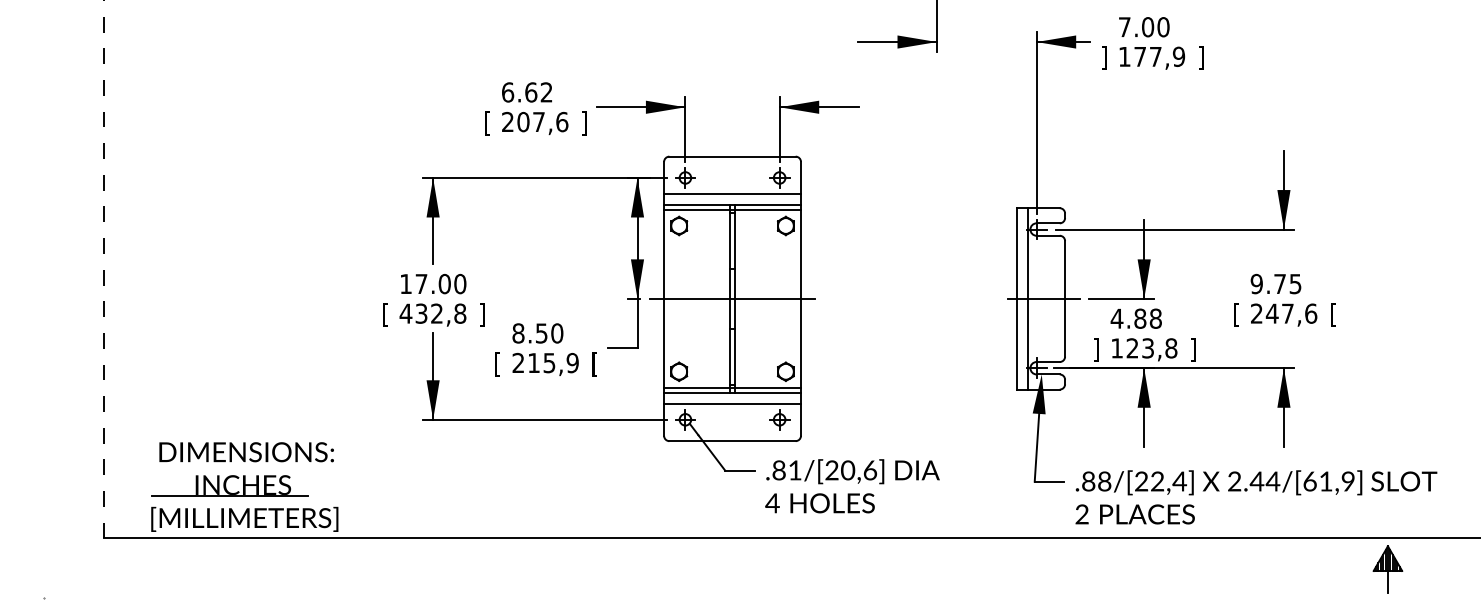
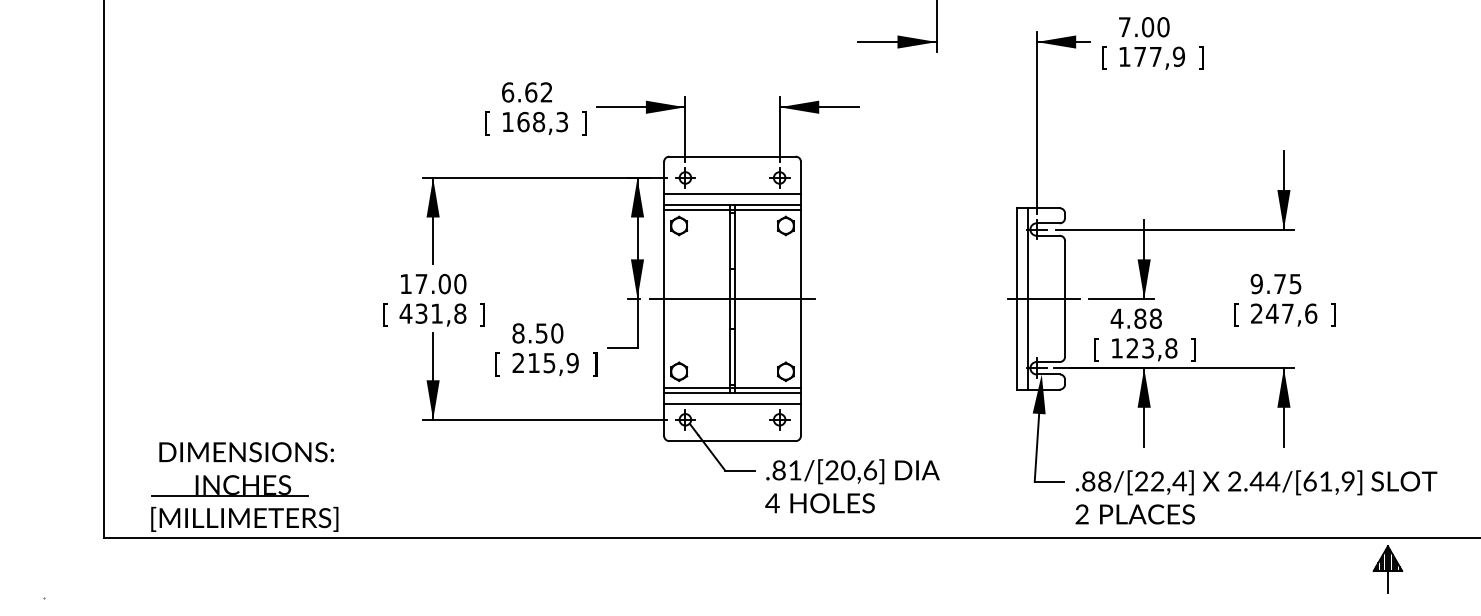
text at (1104, 57): ] -> [
text at (535, 121): 207,6 -> 168,3
line at (103, 269): dashed -> solid
text at (436, 313): 432,8 -> 431,8
text at (1333, 314): [ -> ]
text at (1096, 349): ] -> [
text at (594, 364): [ -> ]
